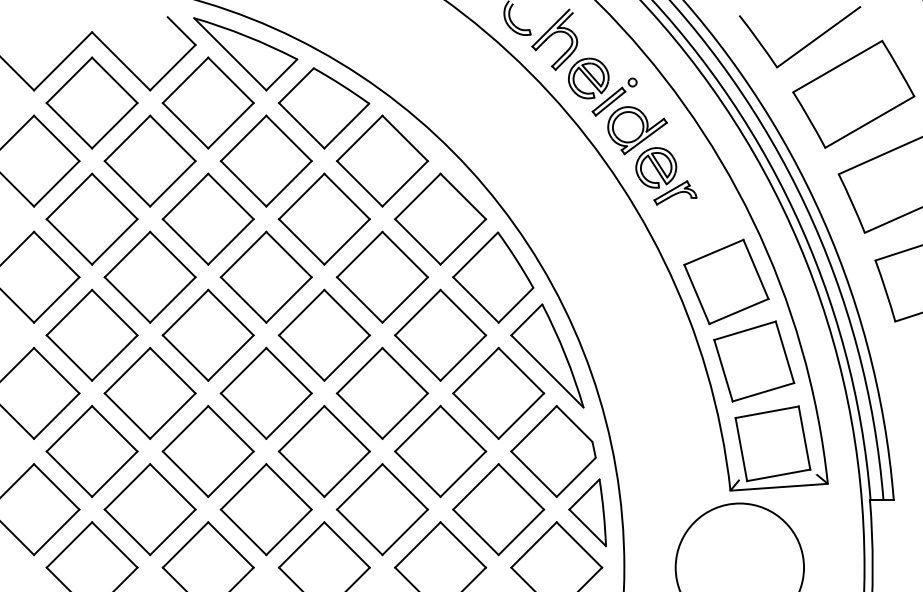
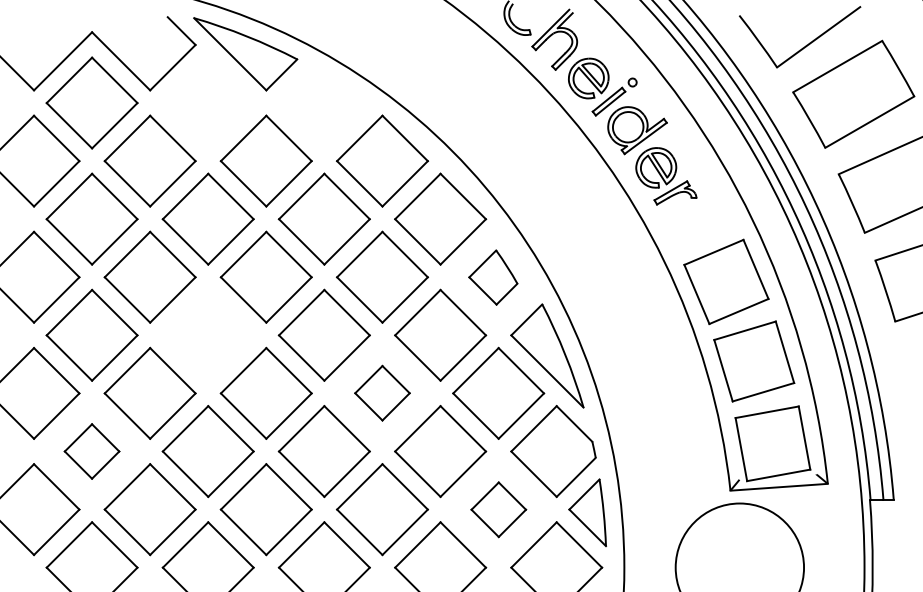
part at (207, 102): present -> none
part at (323, 108): present -> none
part at (493, 277) size: 83x93 px -> 51x57 px
part at (207, 334): present -> none
part at (382, 392) size: 93x94 px -> 57x58 px
part at (91, 451) size: 94x93 px -> 58x57 px
part at (498, 509) size: 94x94 px -> 58x58 px
